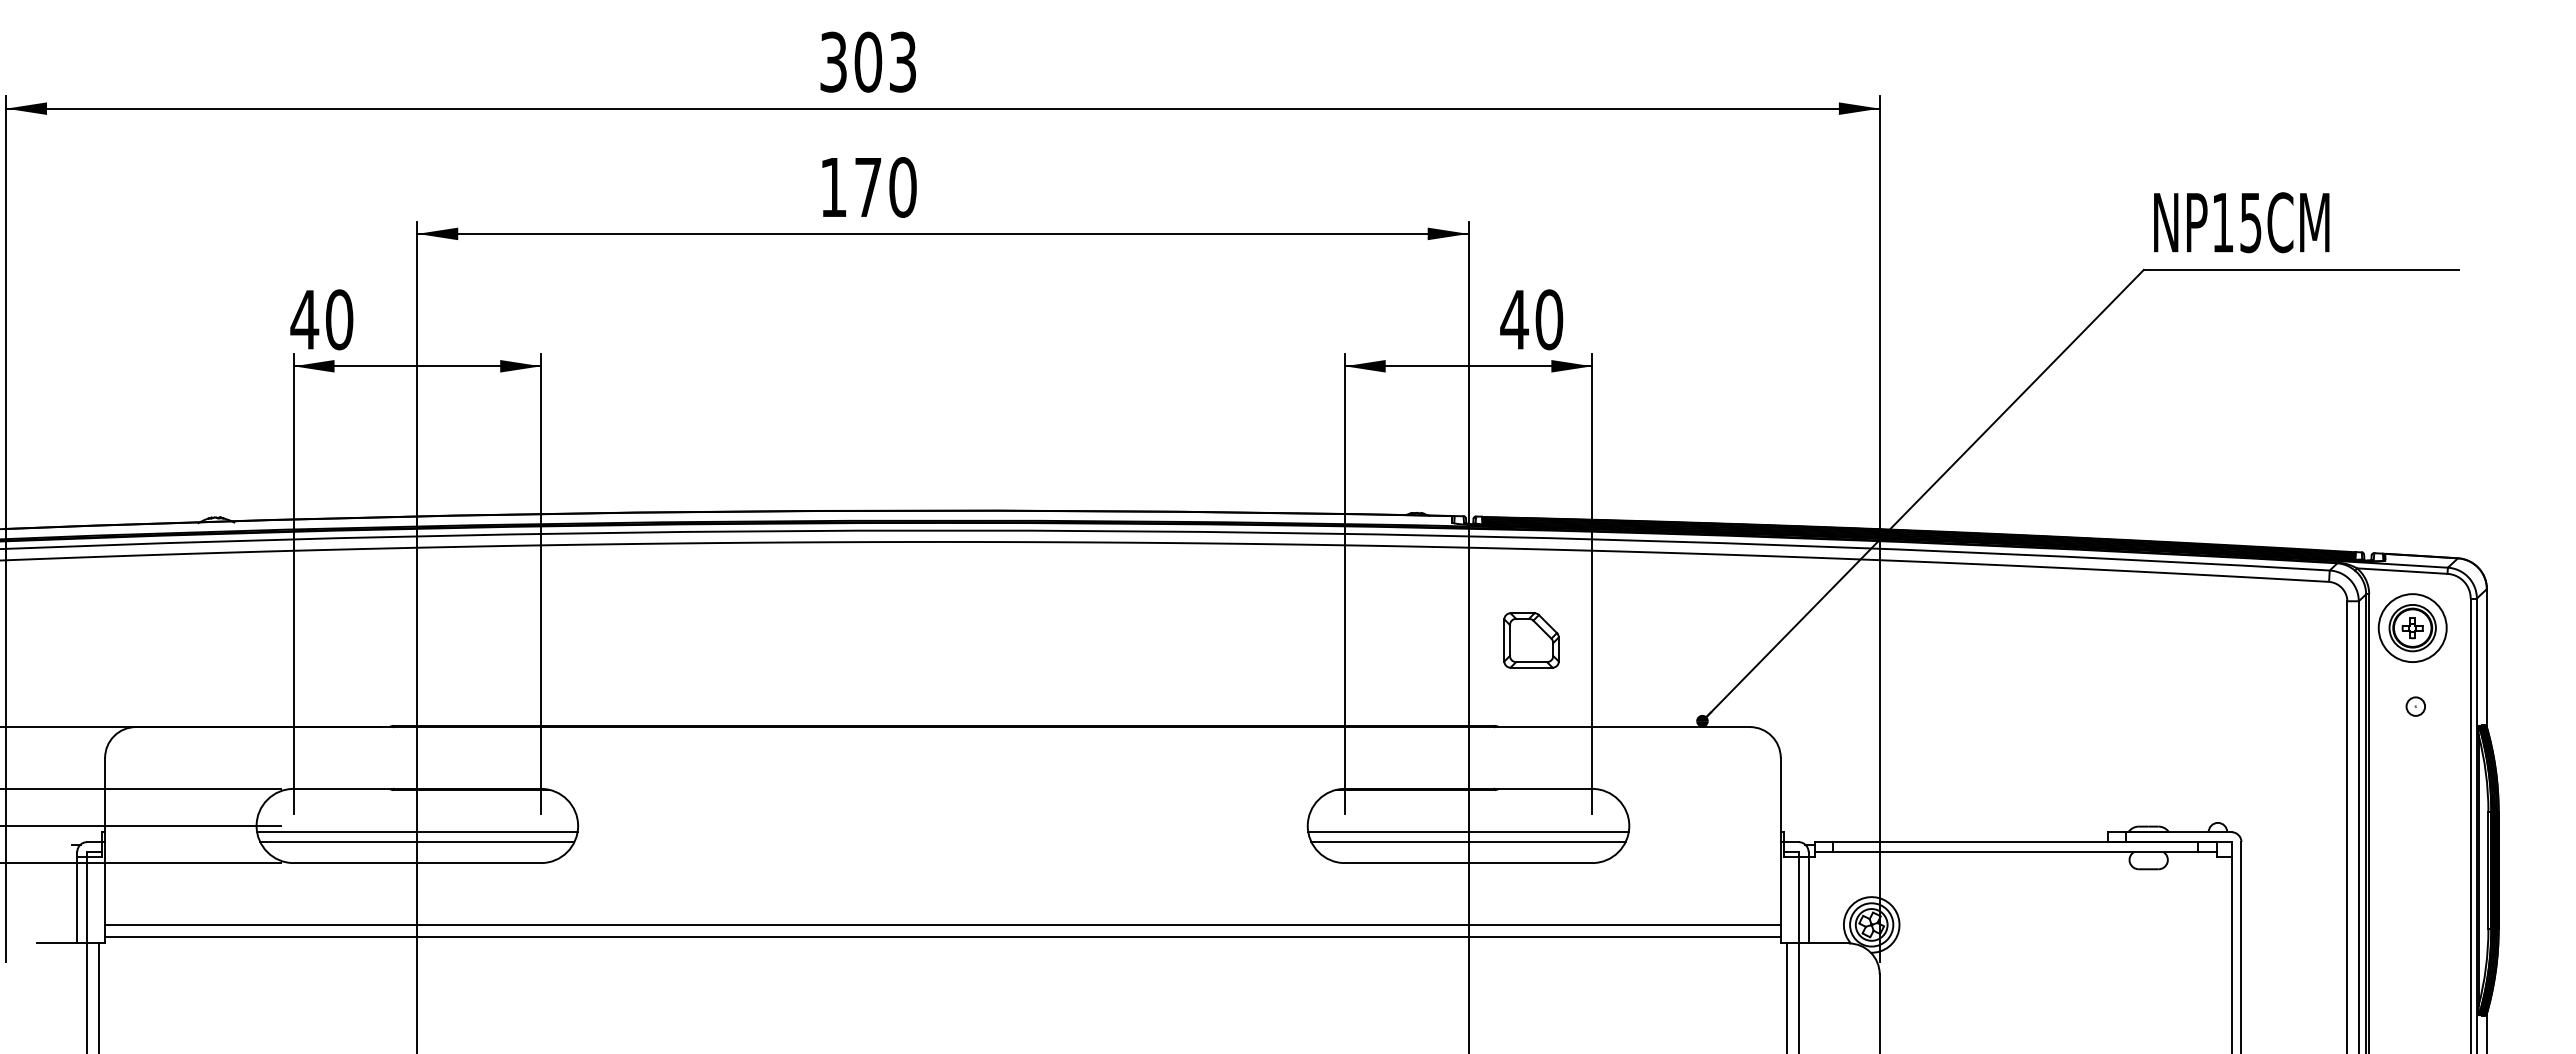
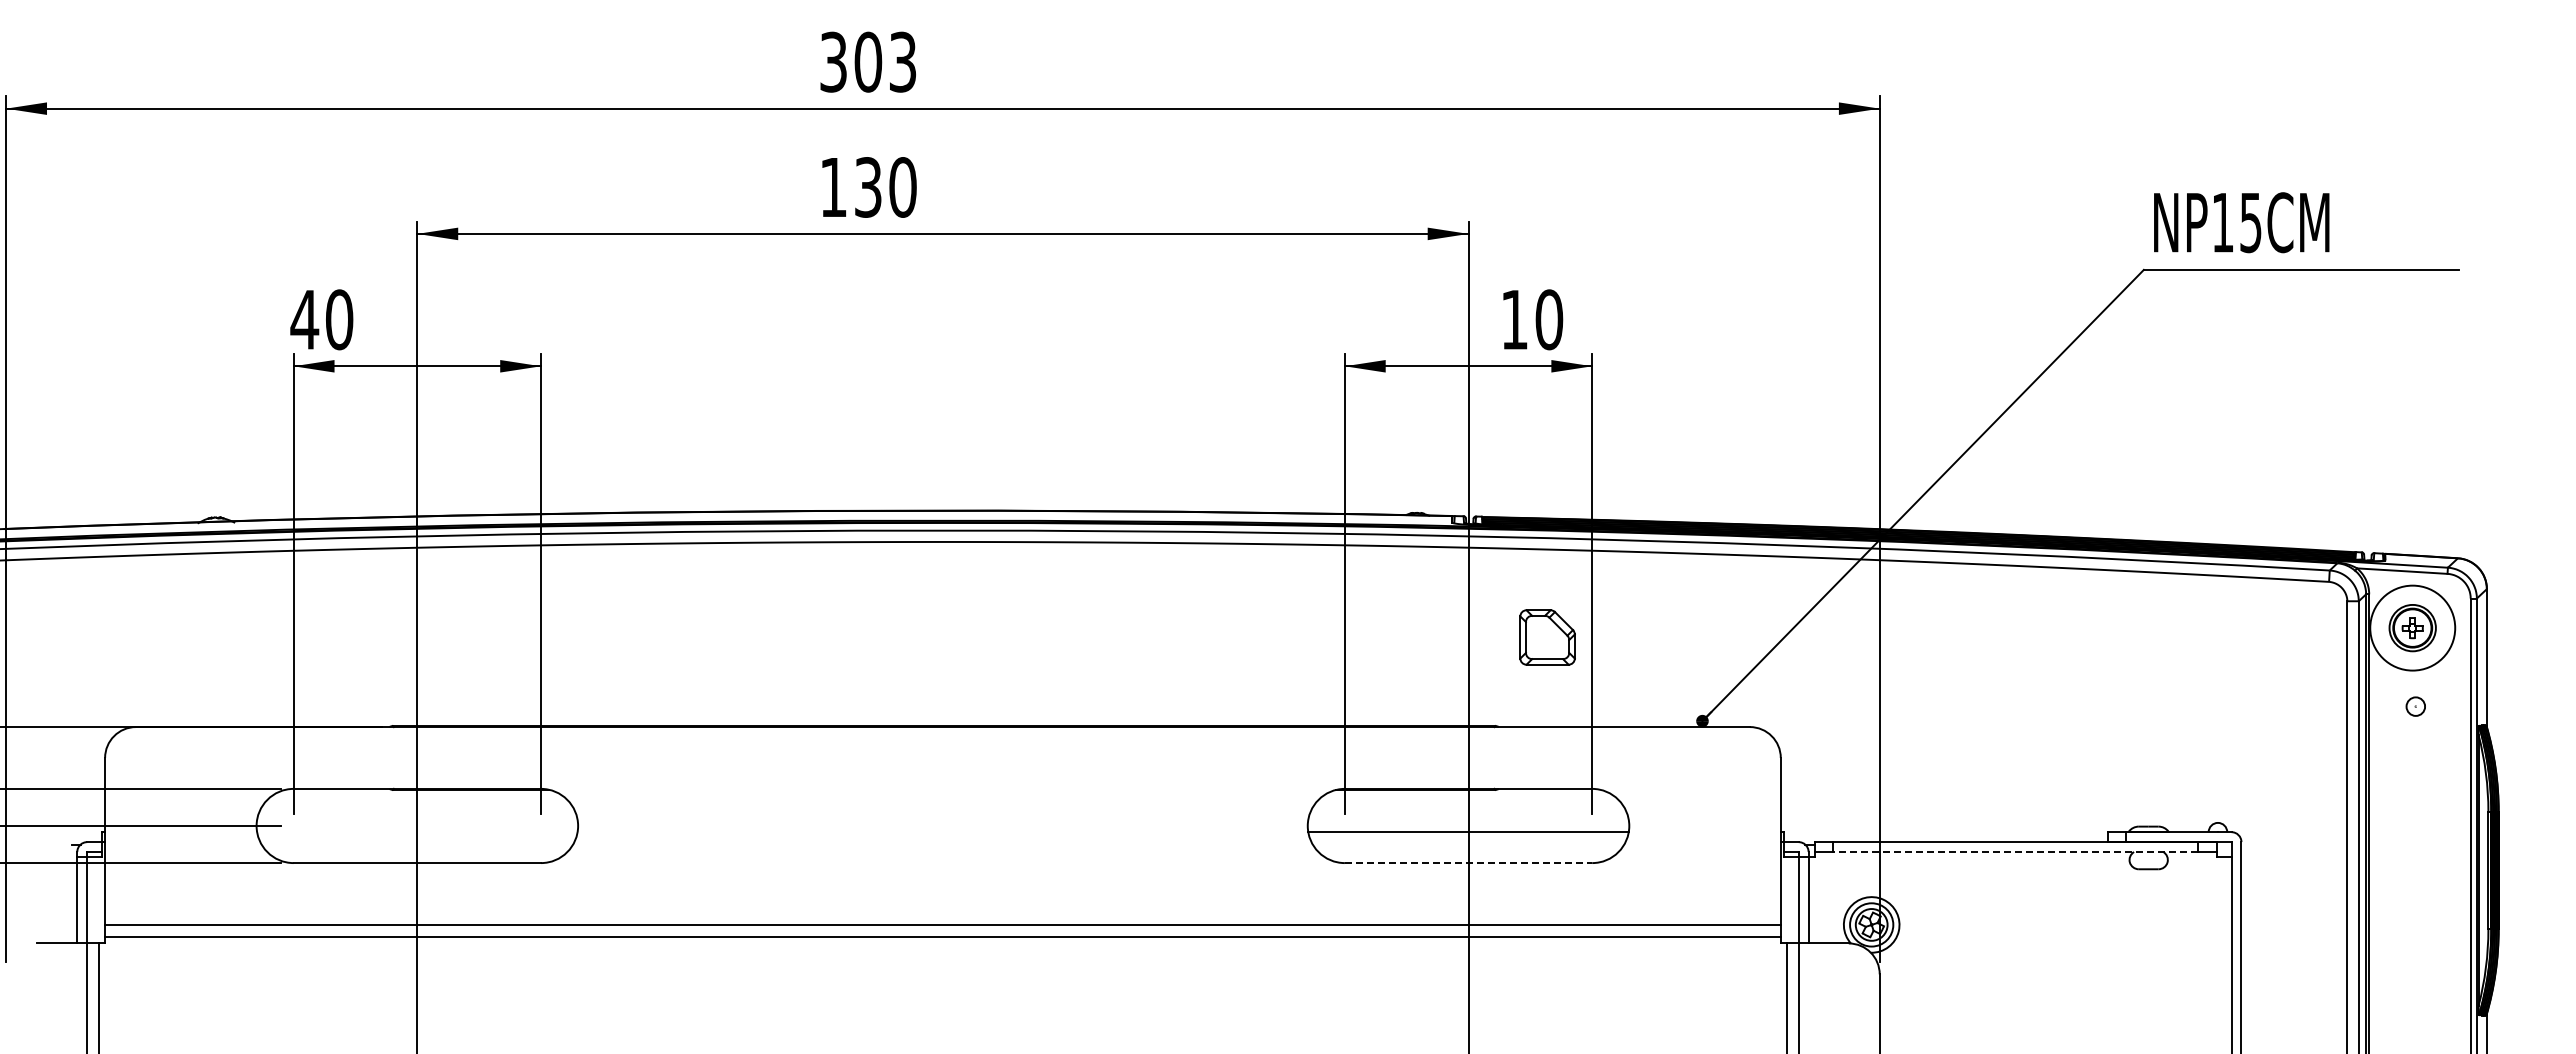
text at (868, 187): 170 -> 130
text at (1514, 319): 40 -> 10
circle at (2412, 628) diameter: 68 px -> 85 px
part at (1531, 640) position: (1531, 640) -> (1547, 637)
line at (417, 832): present -> none
line at (417, 842): present -> none
line at (1468, 842): present -> none
line at (2015, 852): solid -> dashed
line at (1468, 863): solid -> dashed
